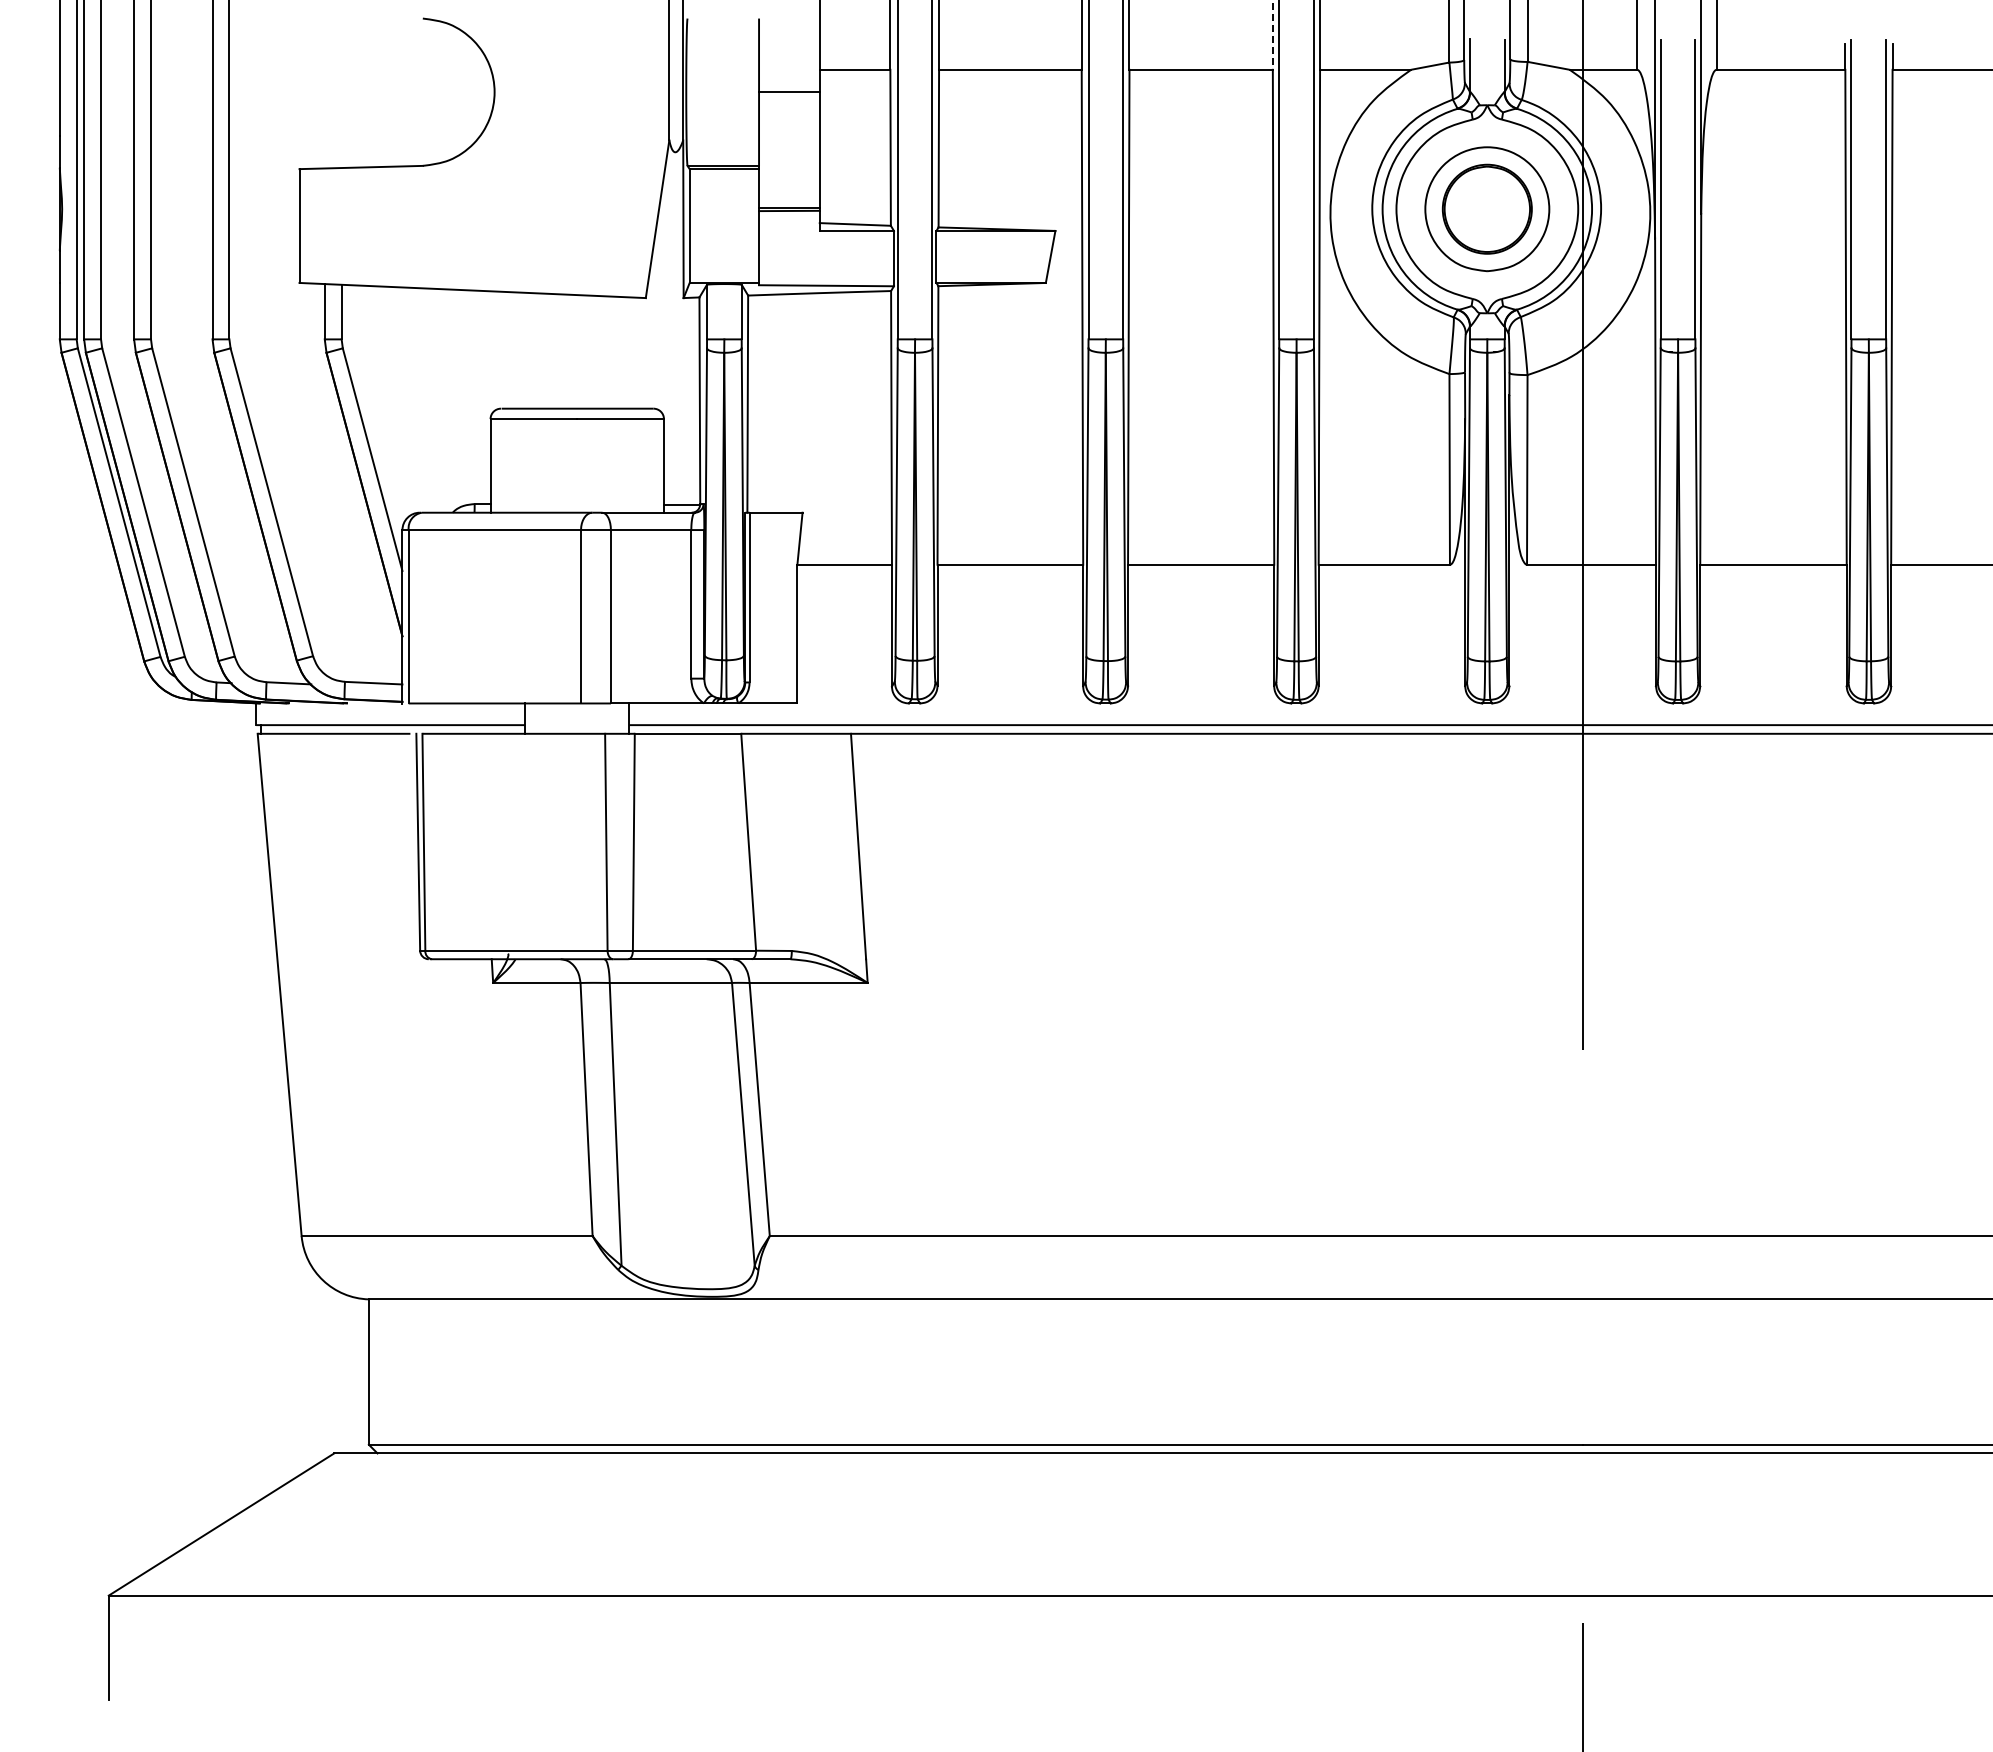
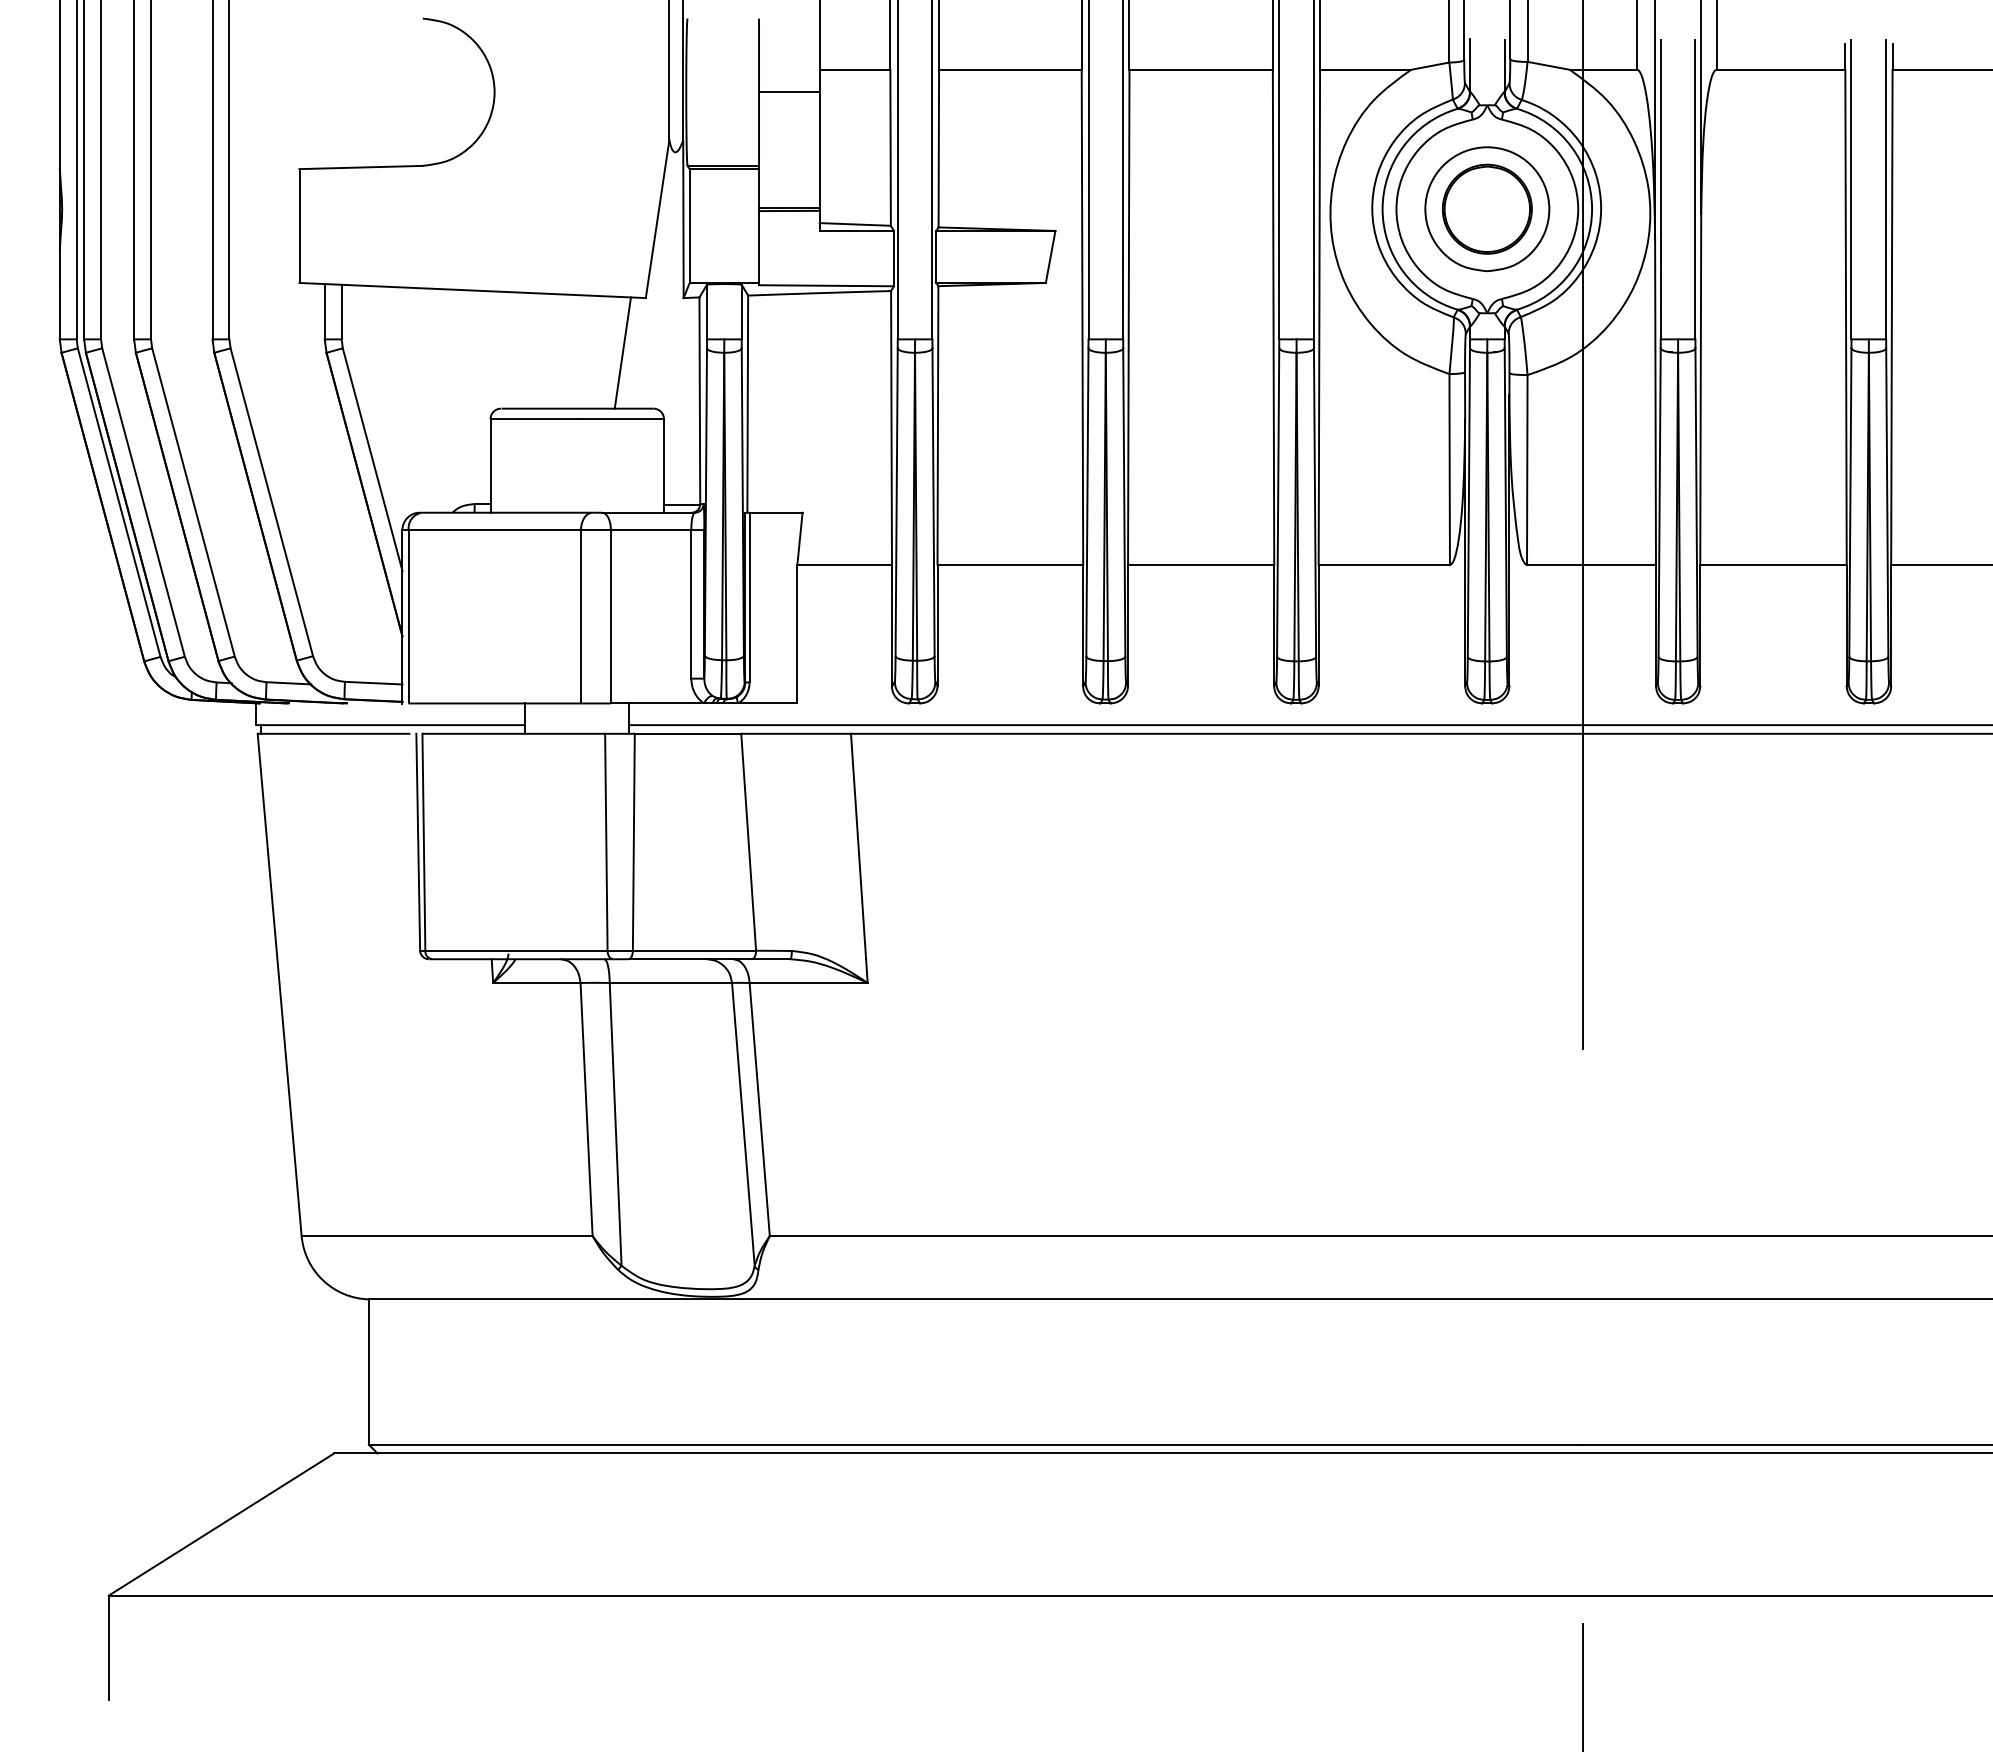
line at (1272, 35): dashed -> solid
line at (622, 352): none -> present
